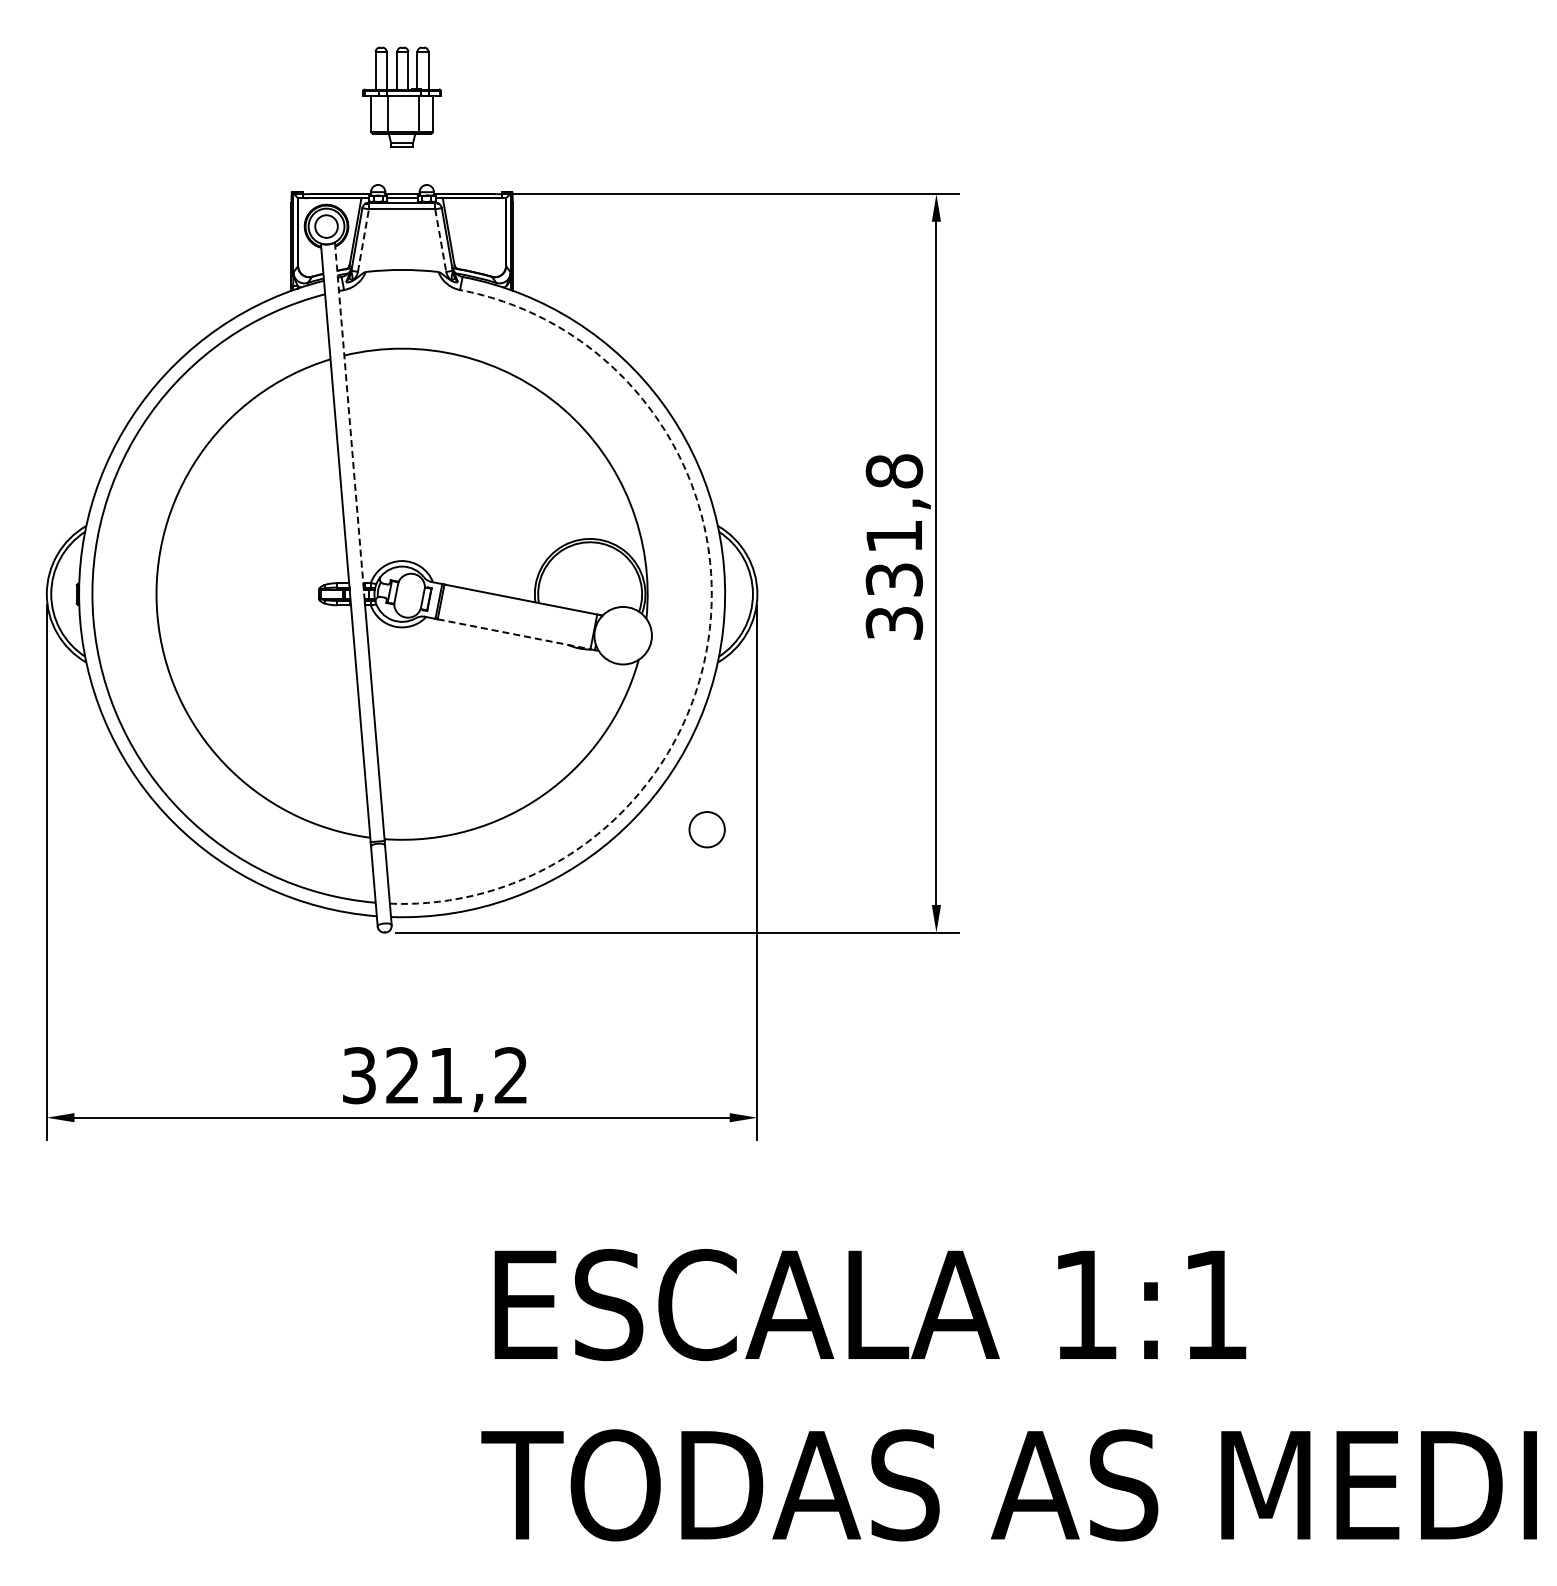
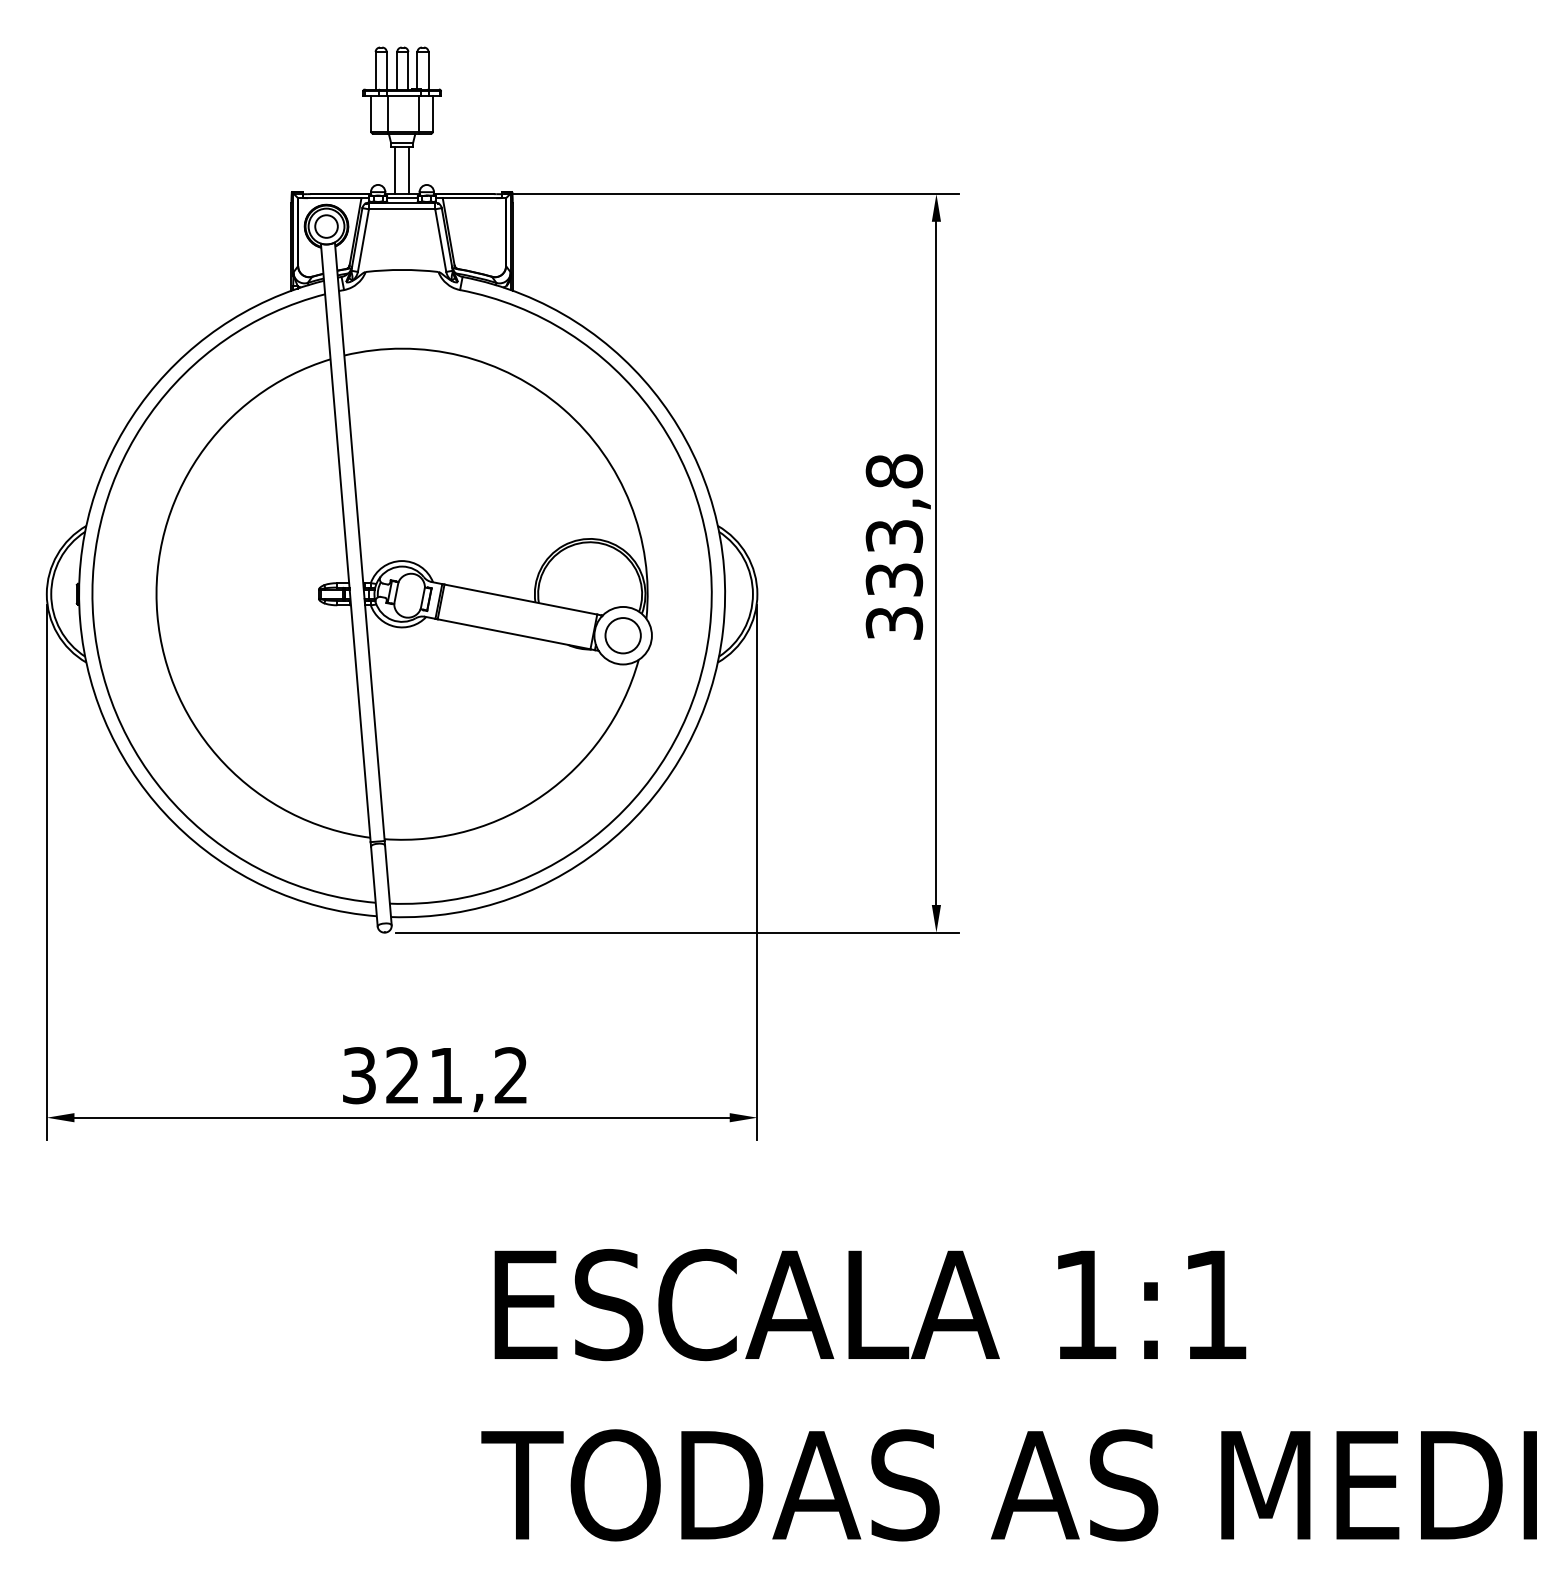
line at (395, 170): none -> present
line at (408, 170): none -> present
line at (363, 240): dashed -> solid
line at (440, 240): dashed -> solid
line at (349, 421): dashed -> solid
text at (894, 536): 331,8 -> 333,8
arc at (709, 629): dashed -> solid
line at (514, 634): dashed -> solid
circle at (706, 829) position: (706, 829) -> (622, 635)
